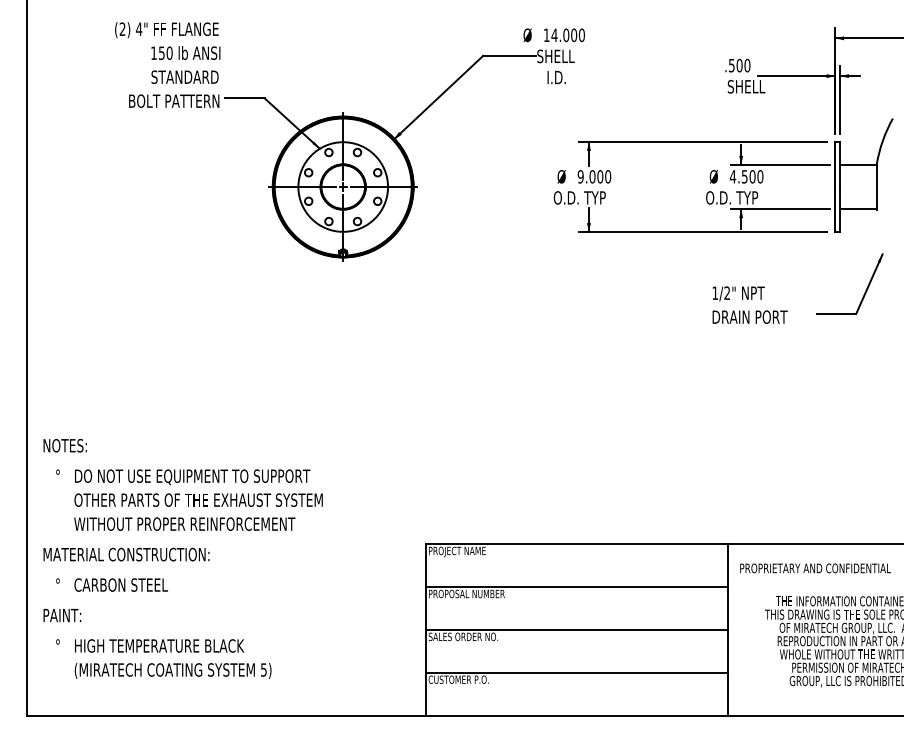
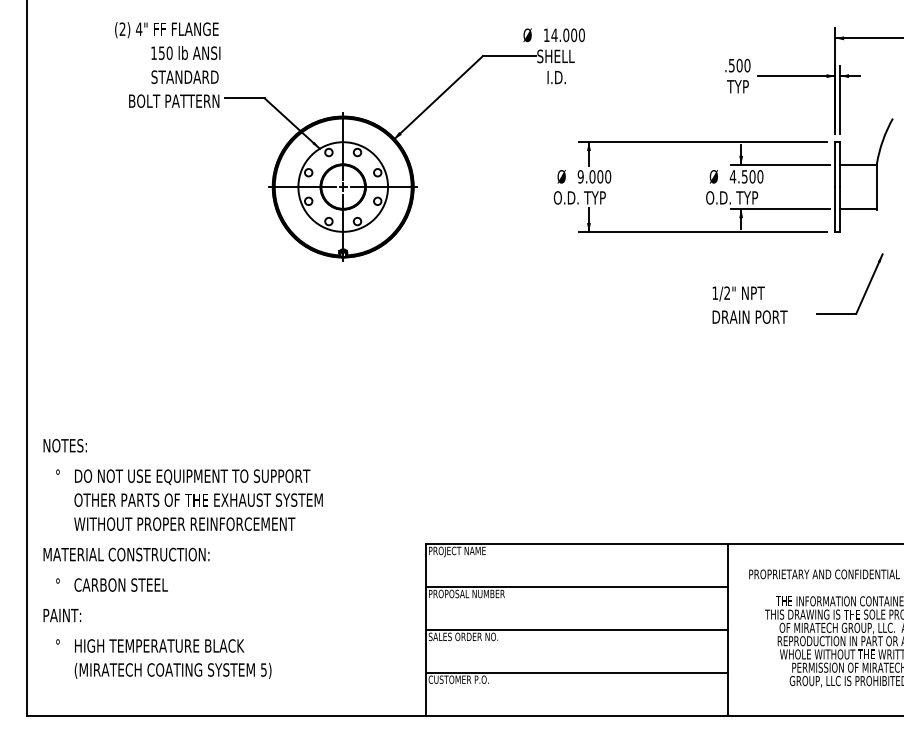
text at (746, 86): SHELL -> TYP
text at (815, 568) position: (815, 568) -> (824, 574)
